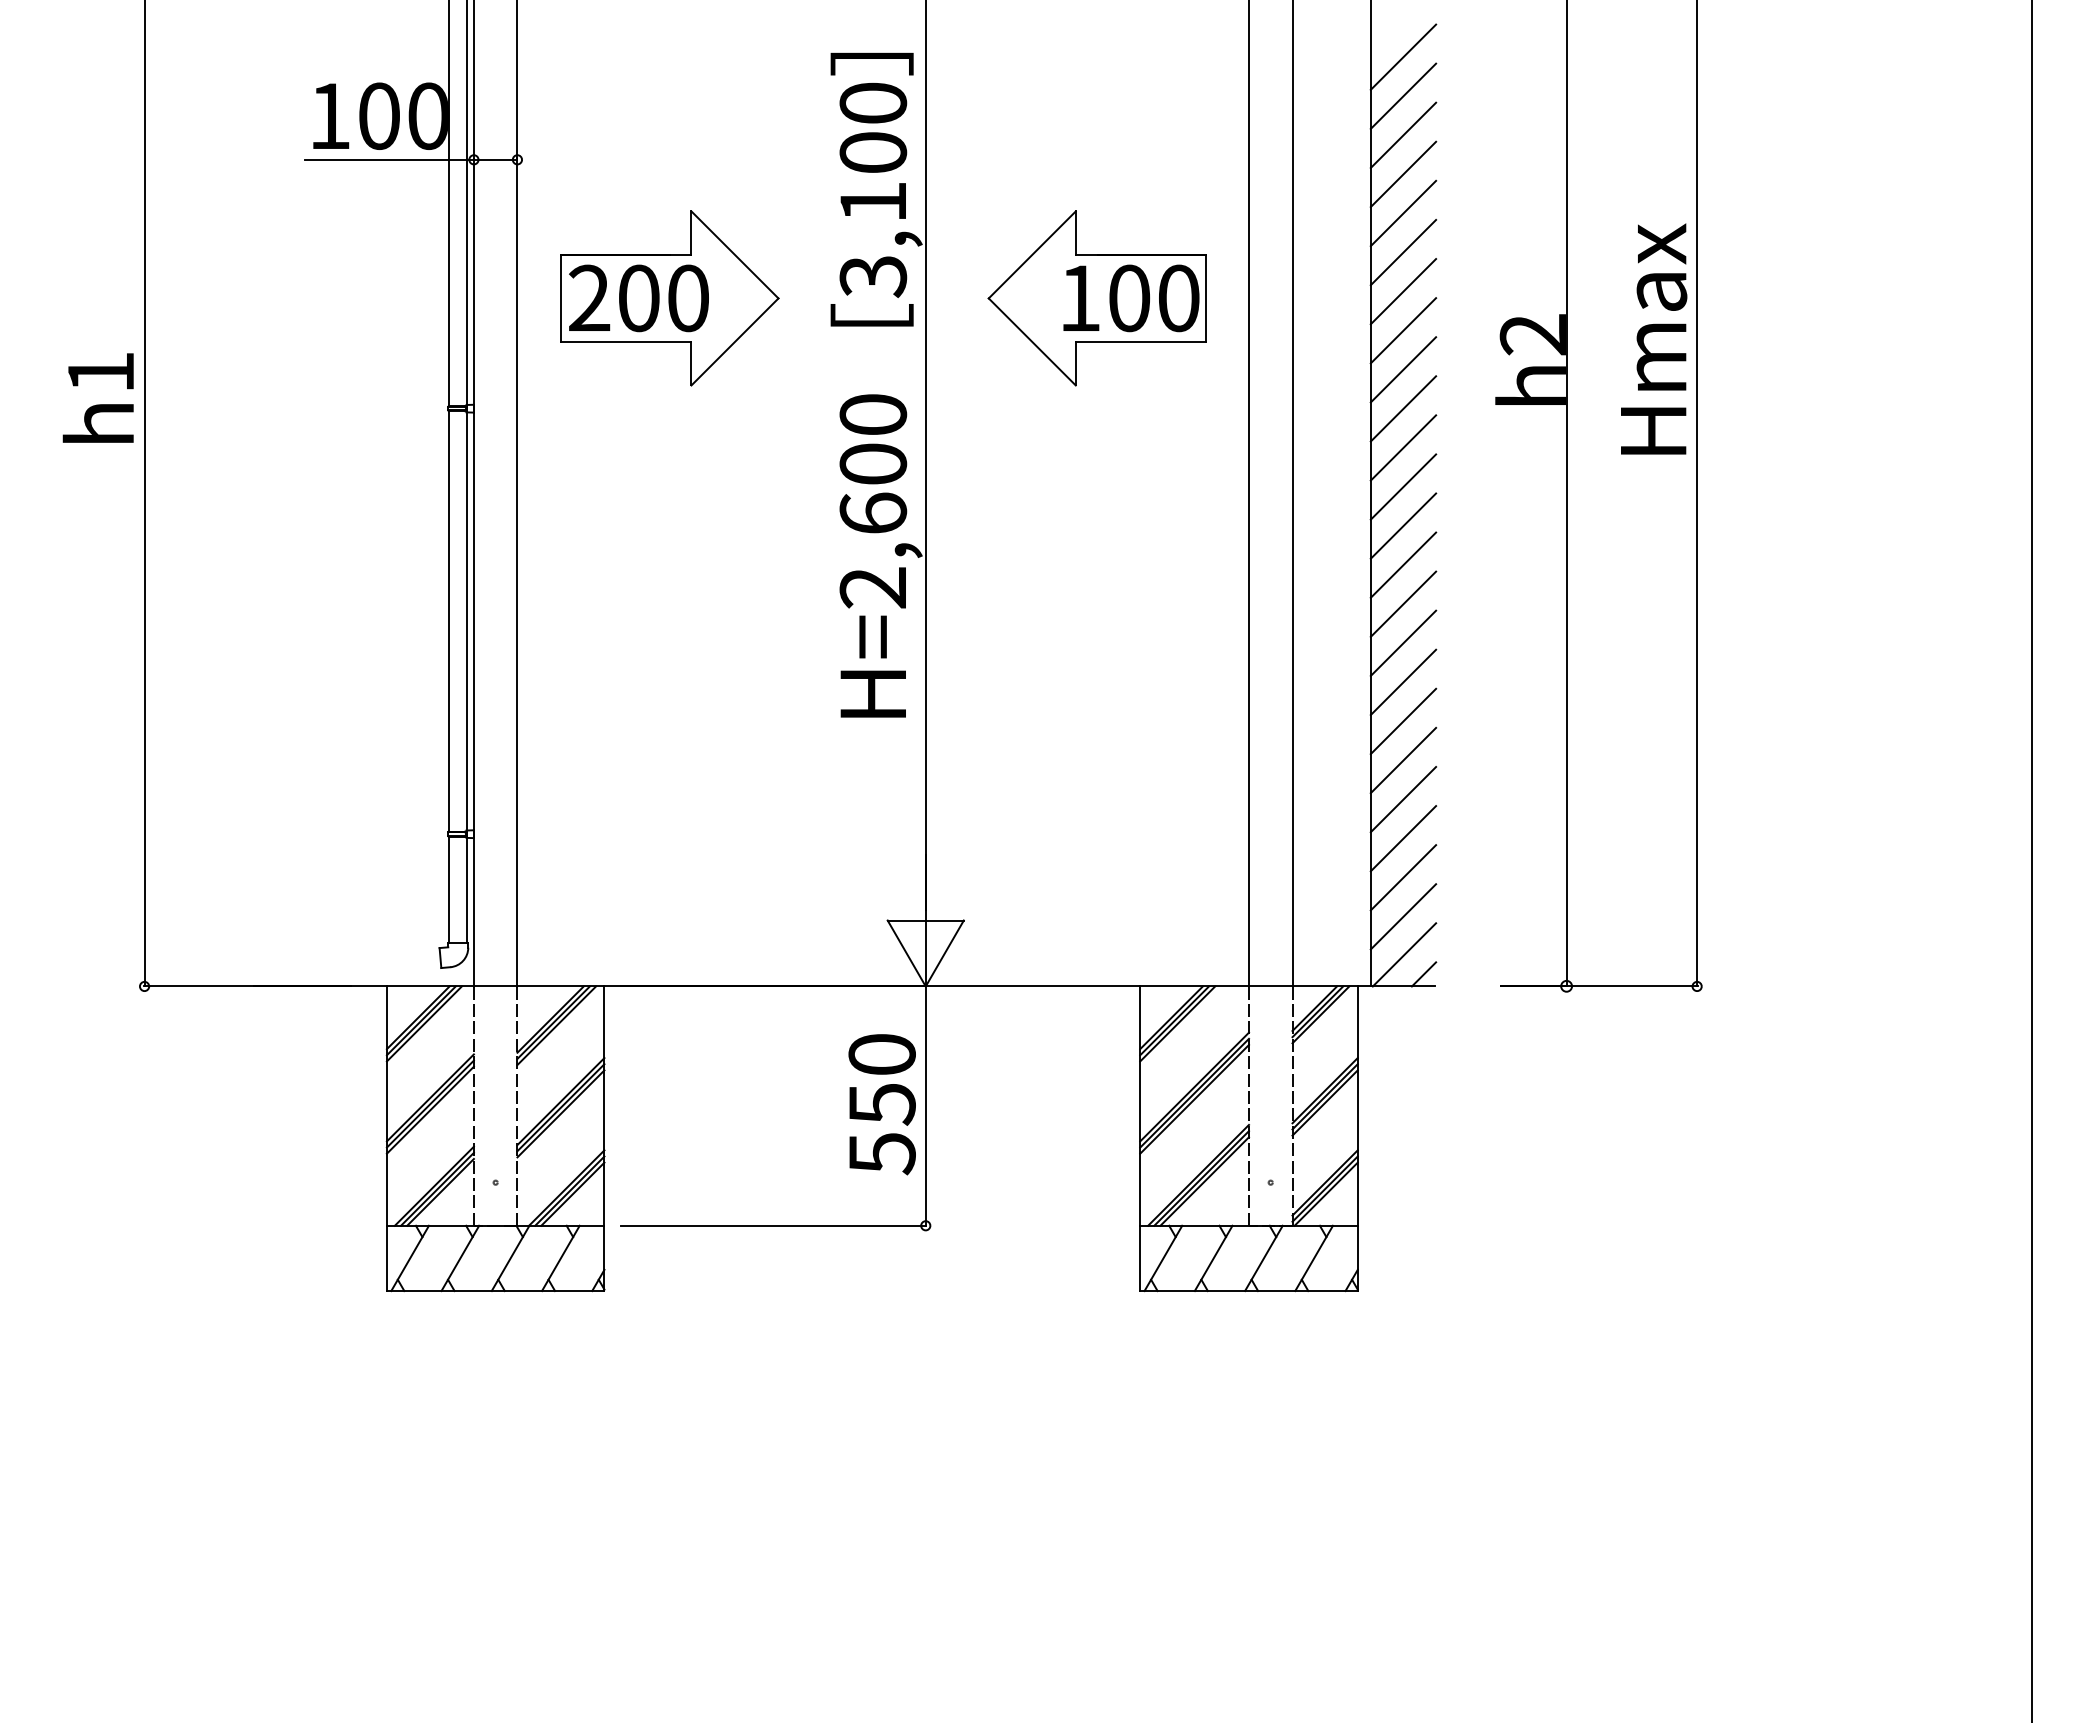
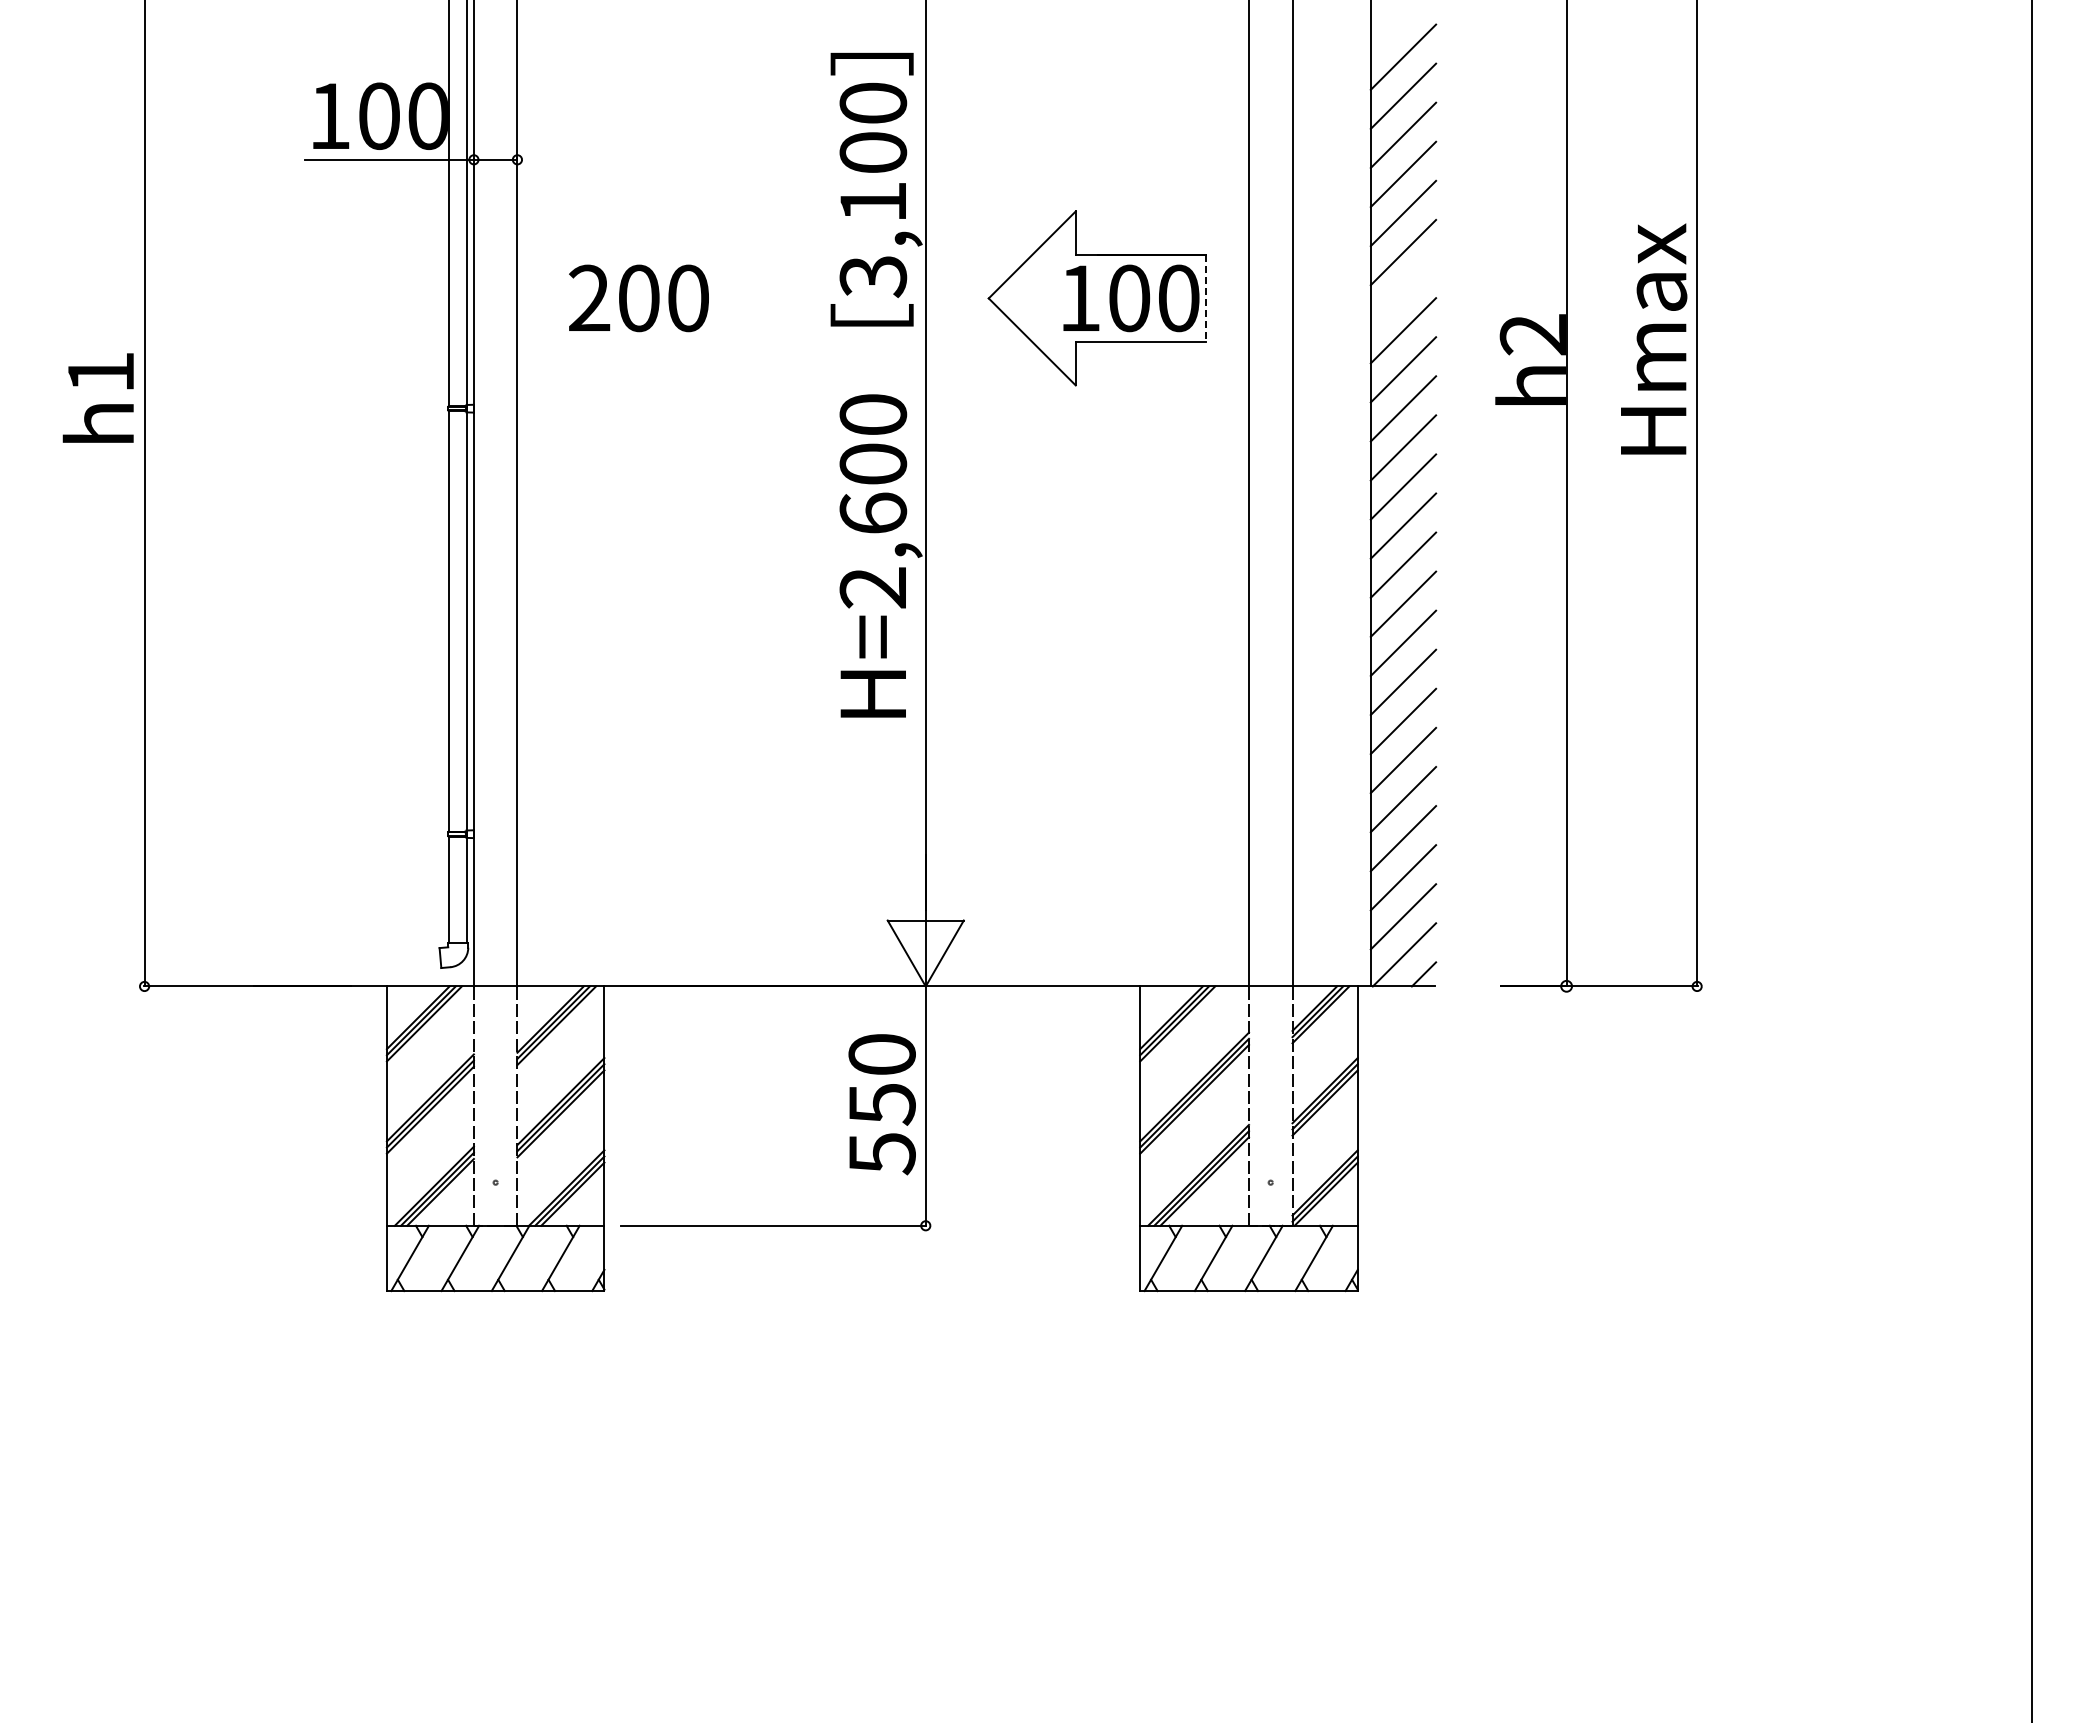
line at (1403, 291): present -> none
part at (669, 298): present -> none
line at (1206, 298): solid -> dashed
